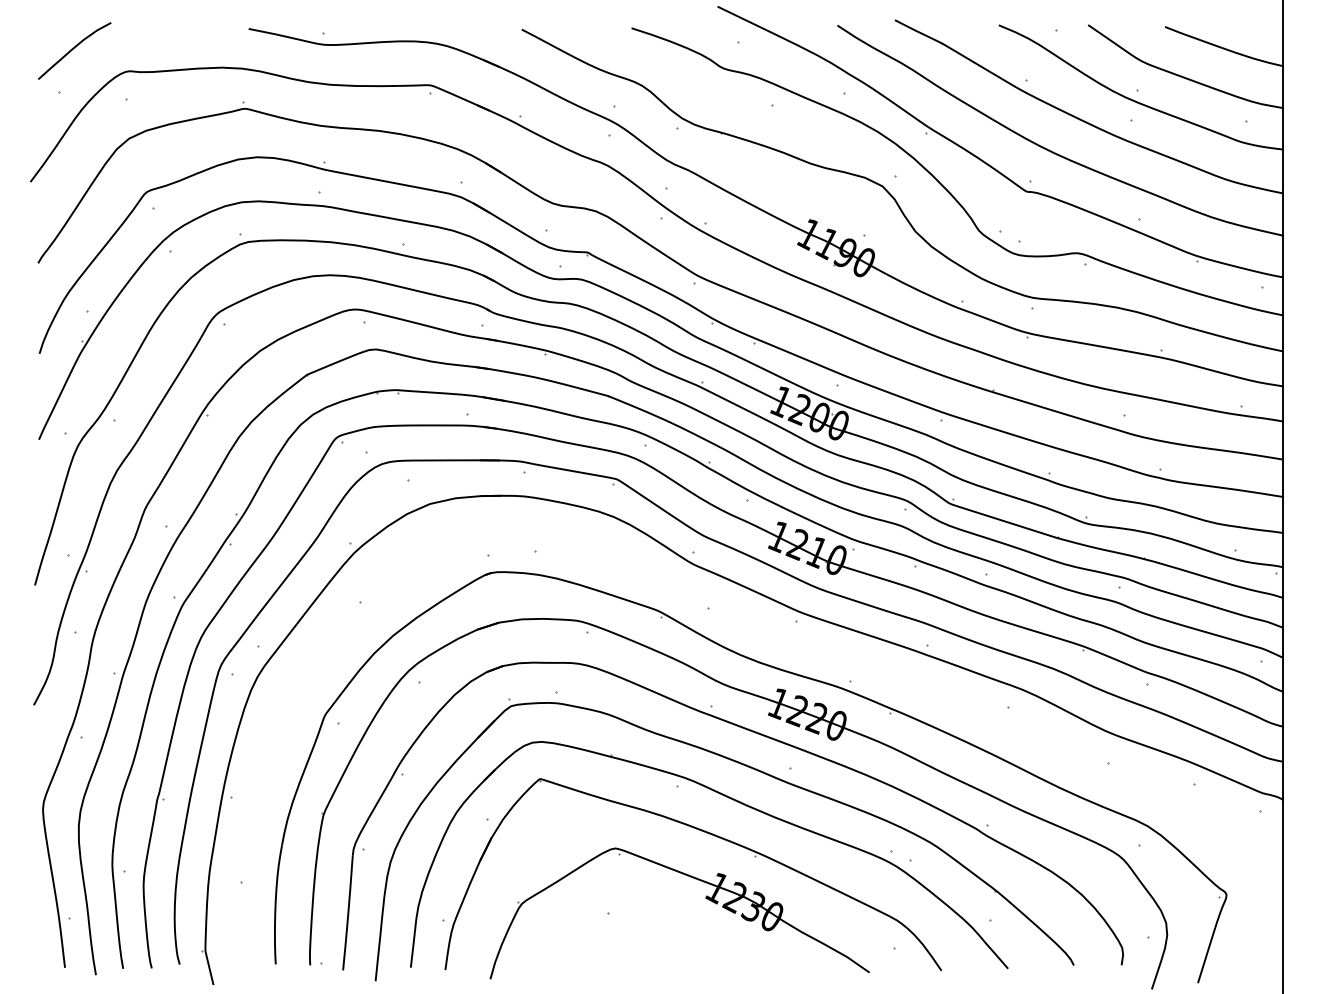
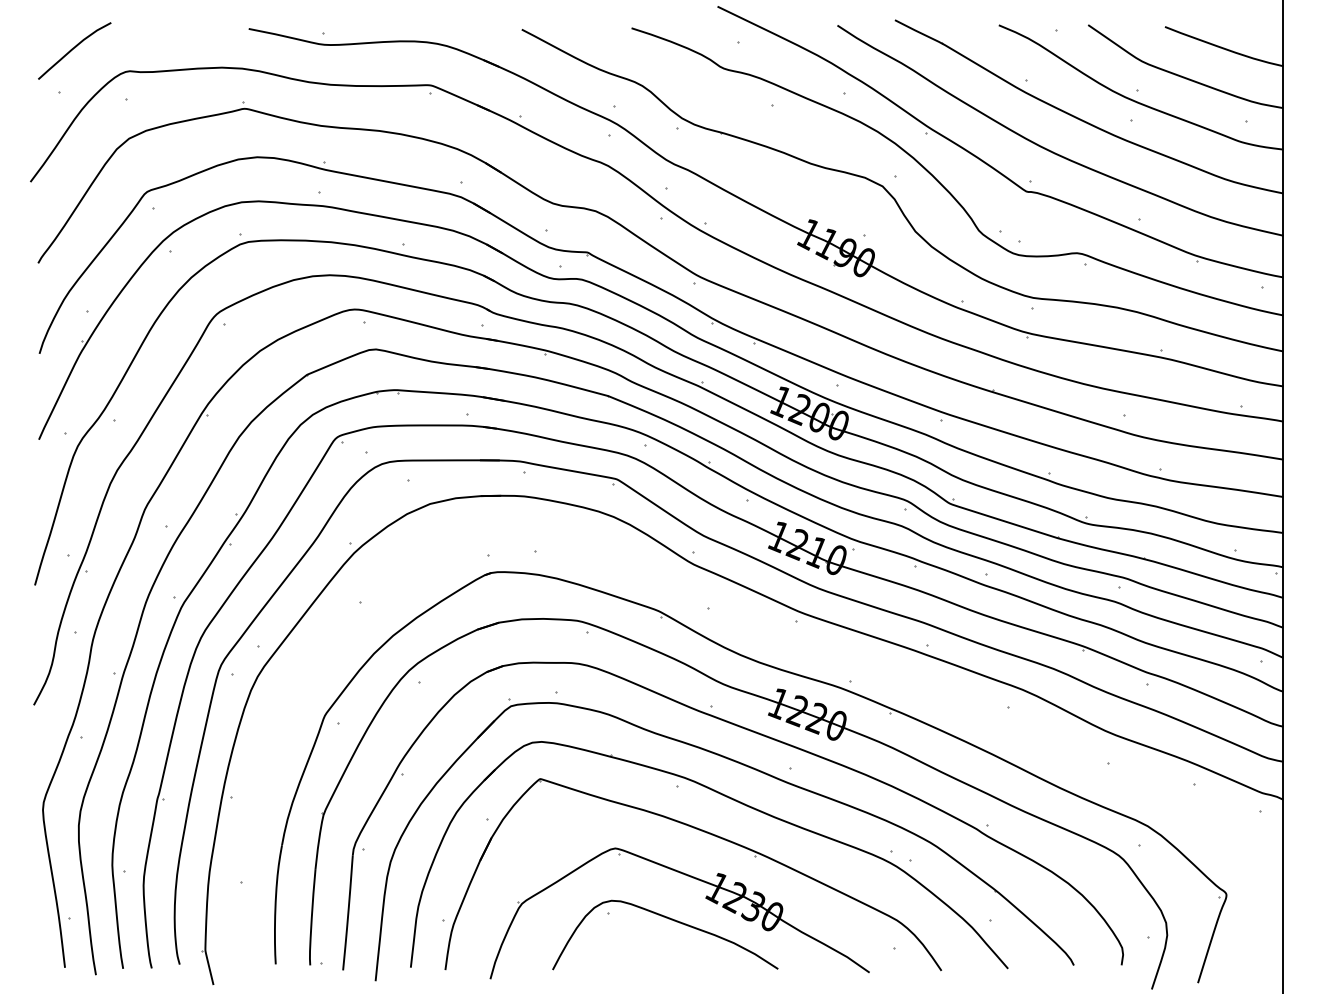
curve at (671, 920): none -> present
